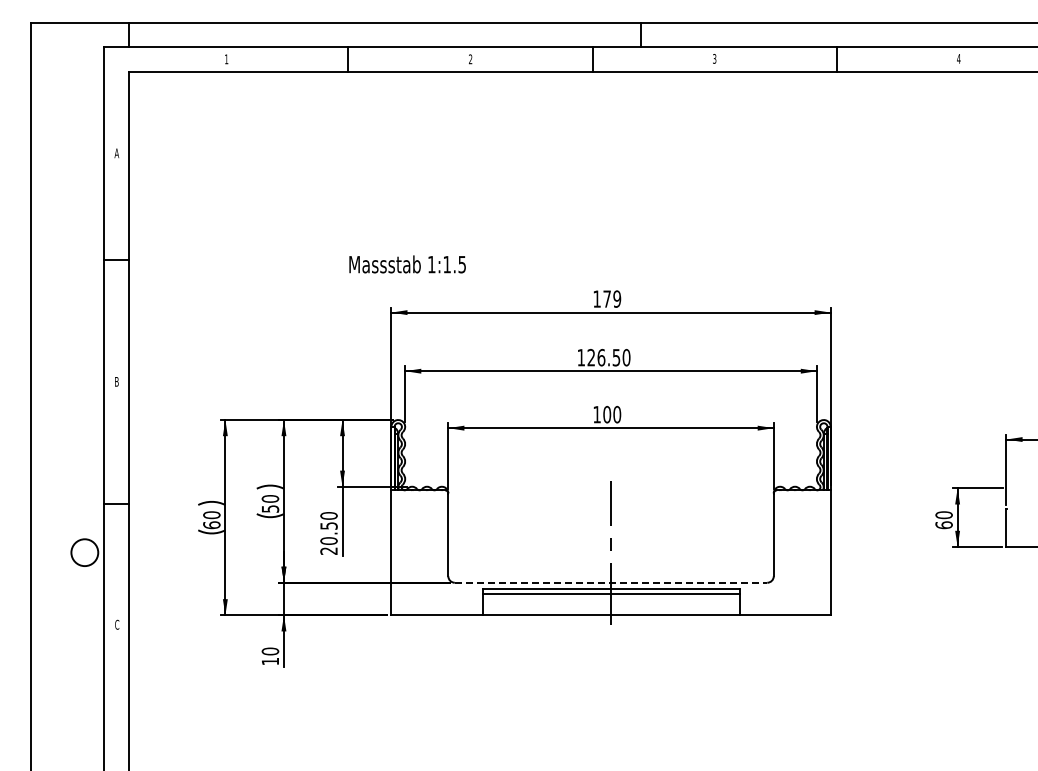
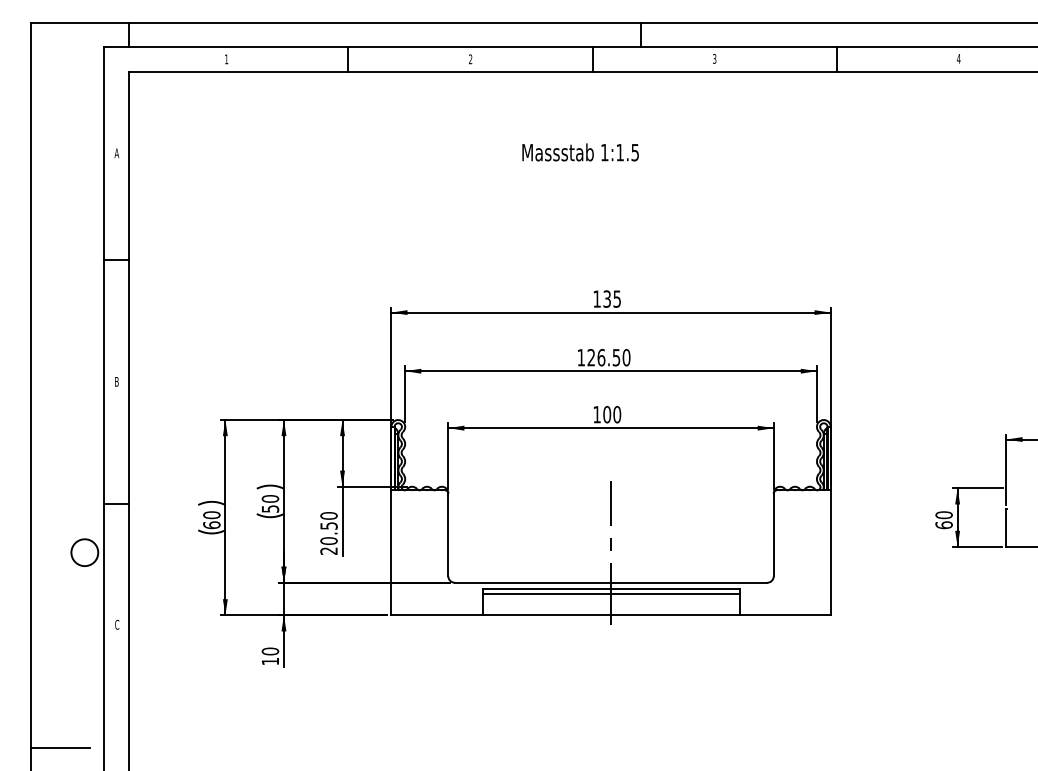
text at (407, 264) position: (407, 264) -> (580, 152)
text at (612, 298): 179 -> 135
line at (611, 582): dashed -> solid
line at (60, 747): none -> present
